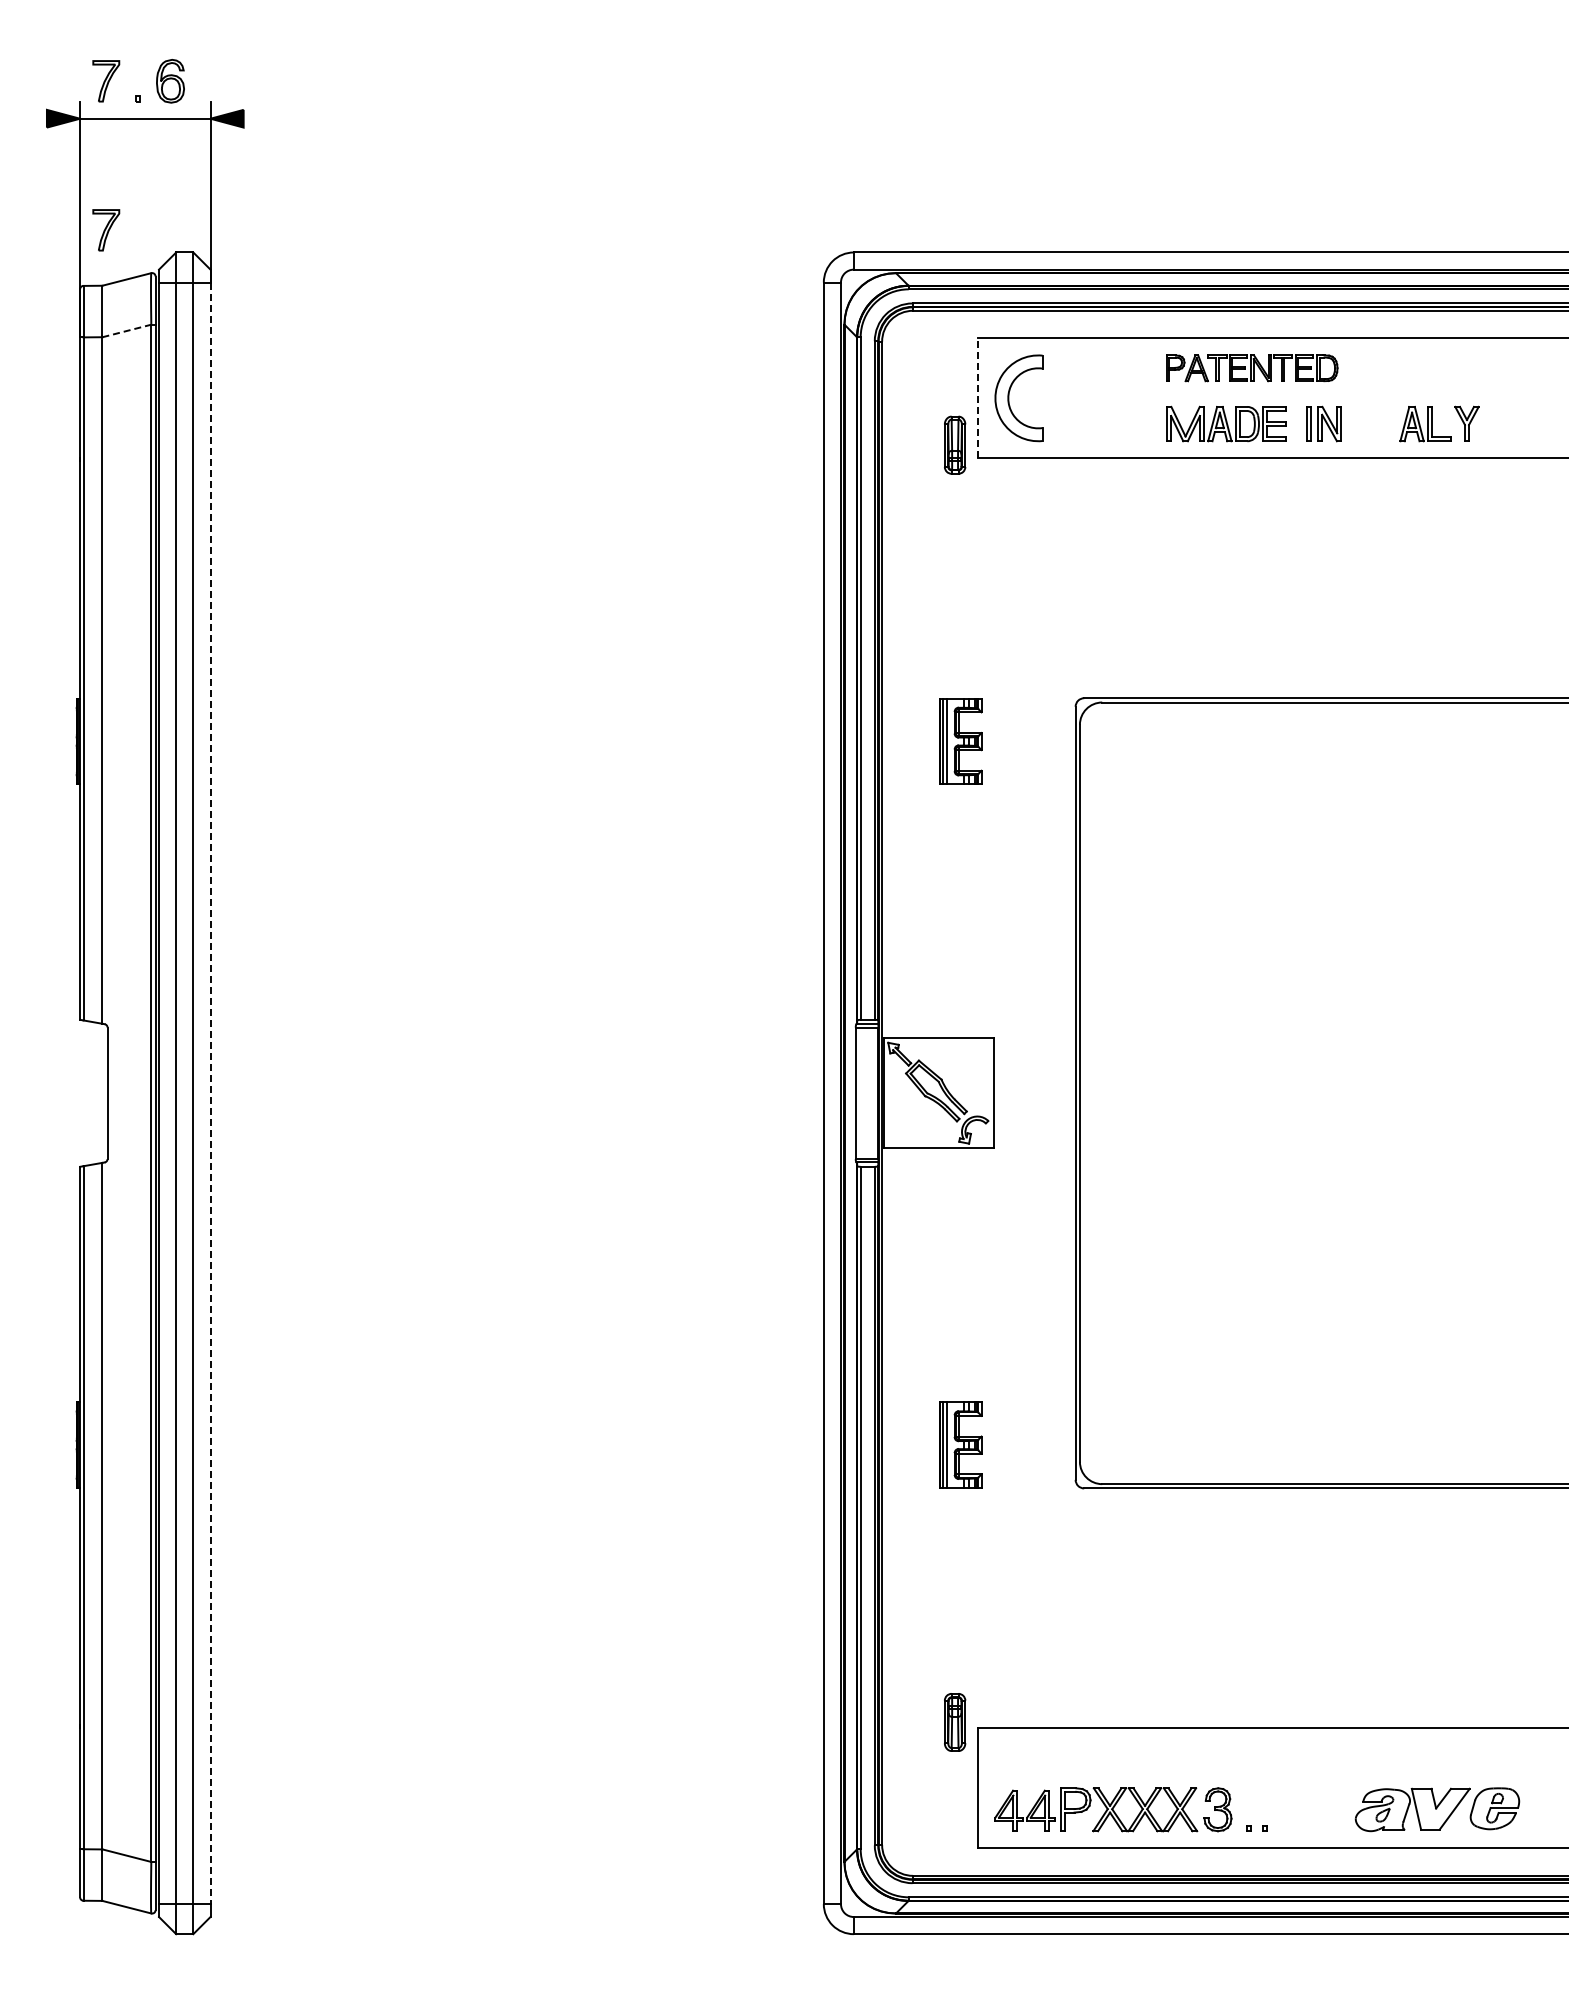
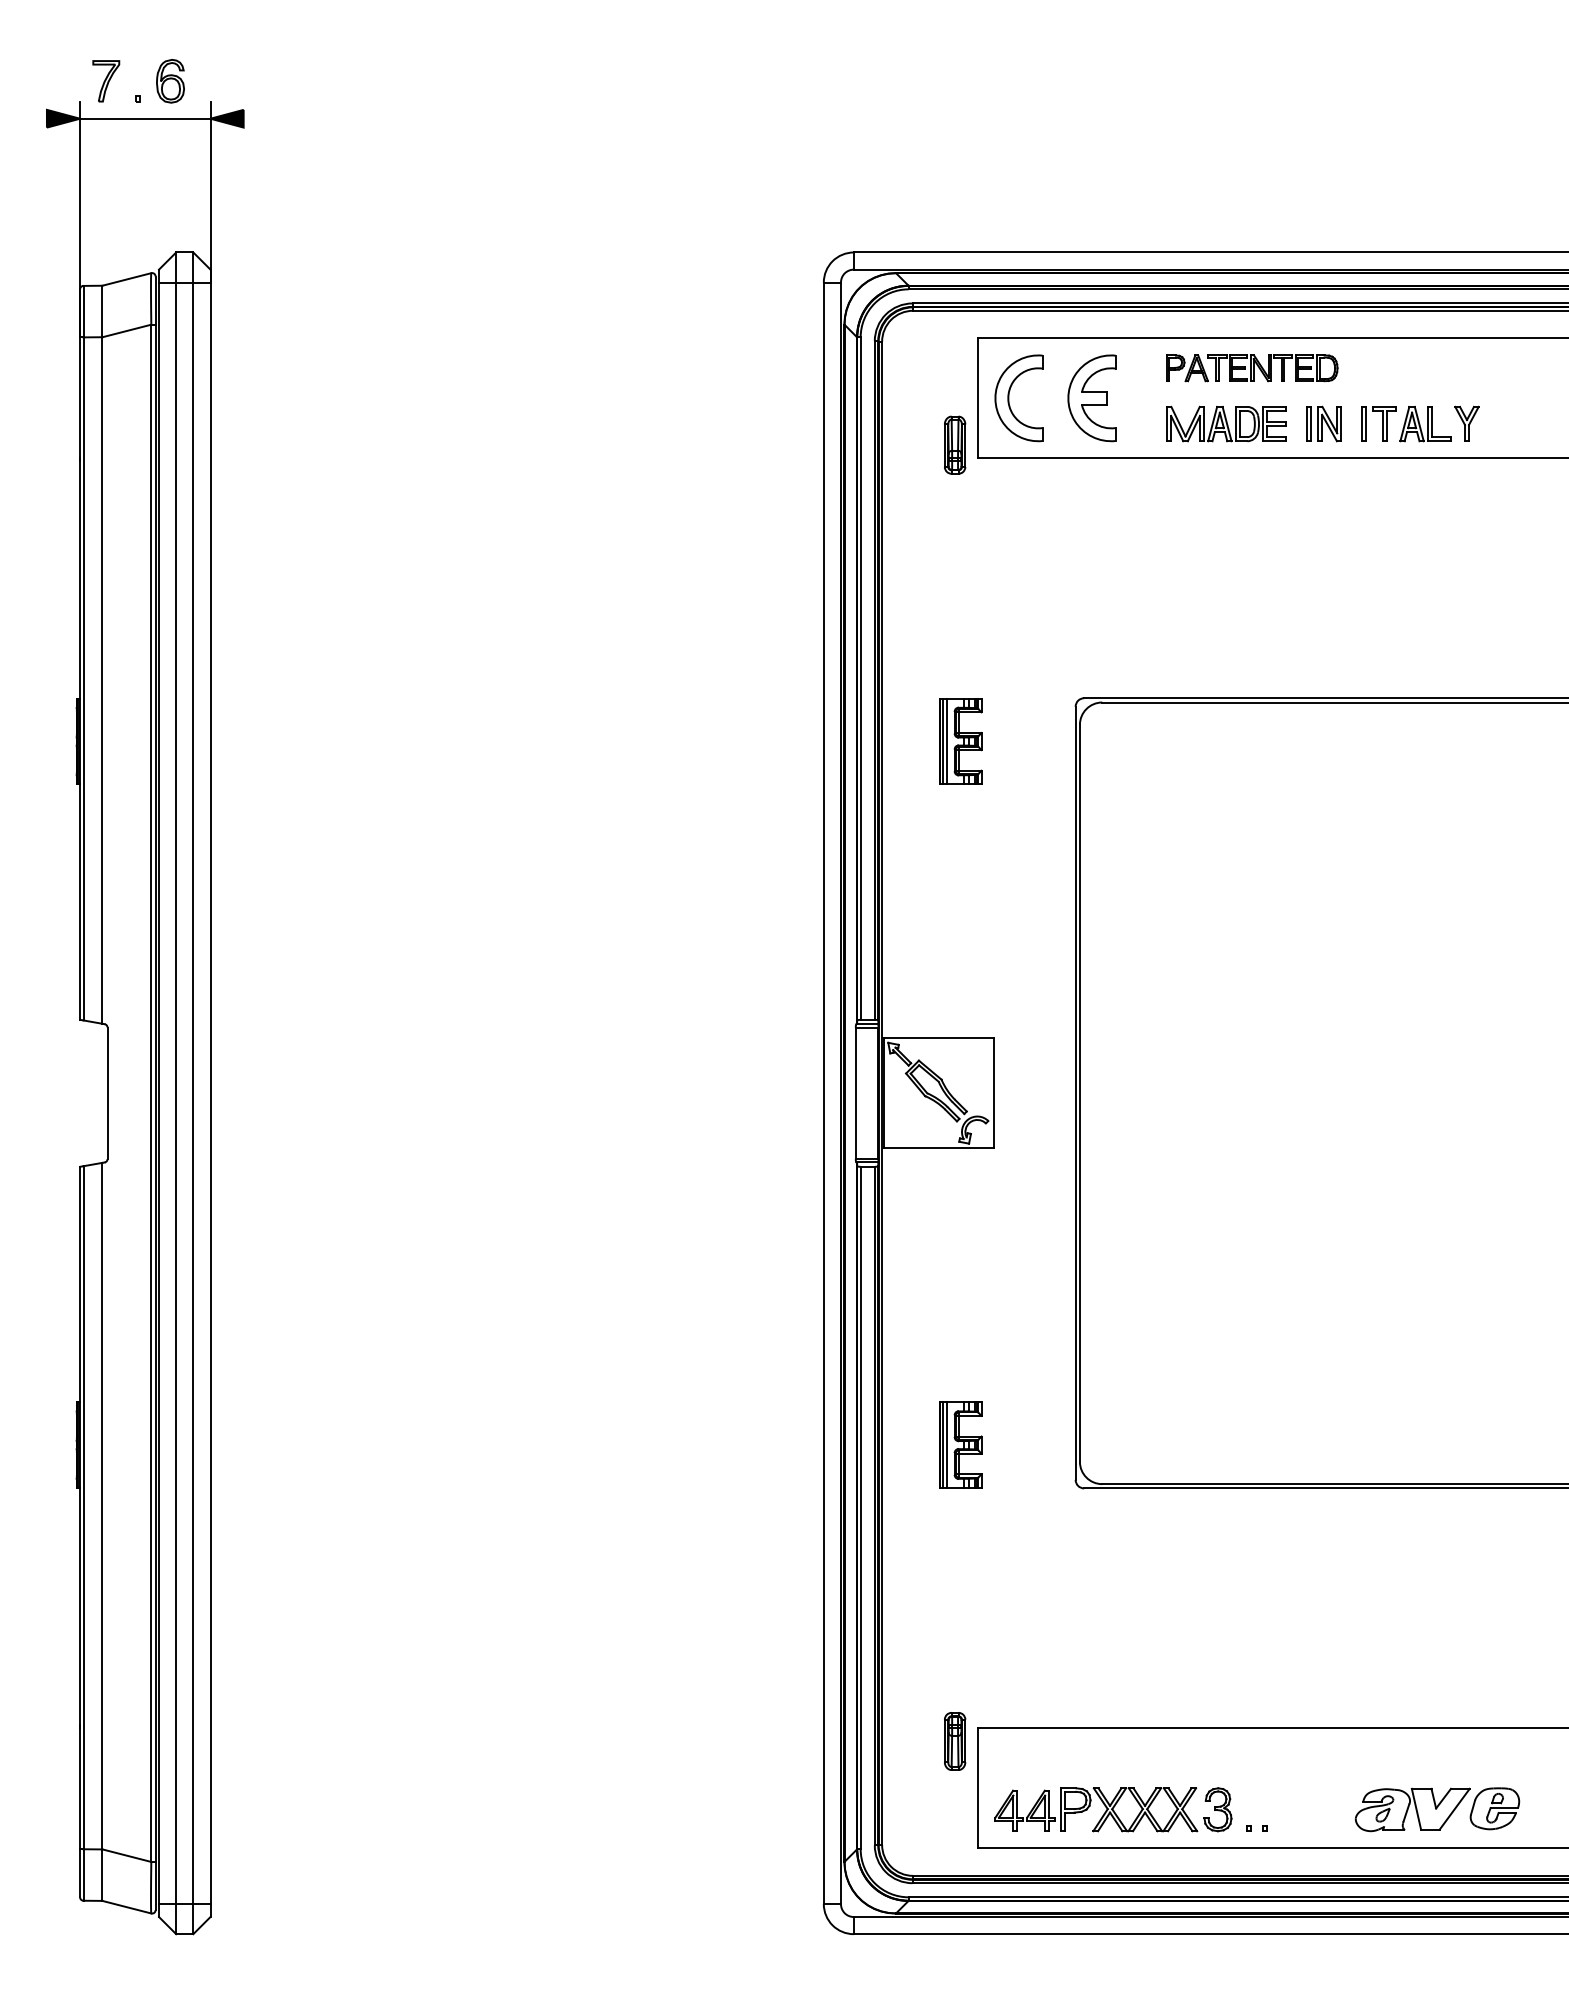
part at (106, 230): present -> none
line at (127, 330): dashed -> solid
line at (978, 397): dashed -> solid
part at (1091, 398): none -> present
part at (1378, 423): none -> present
line at (210, 1093): dashed -> solid
part at (955, 1722) position: (955, 1722) -> (955, 1741)
